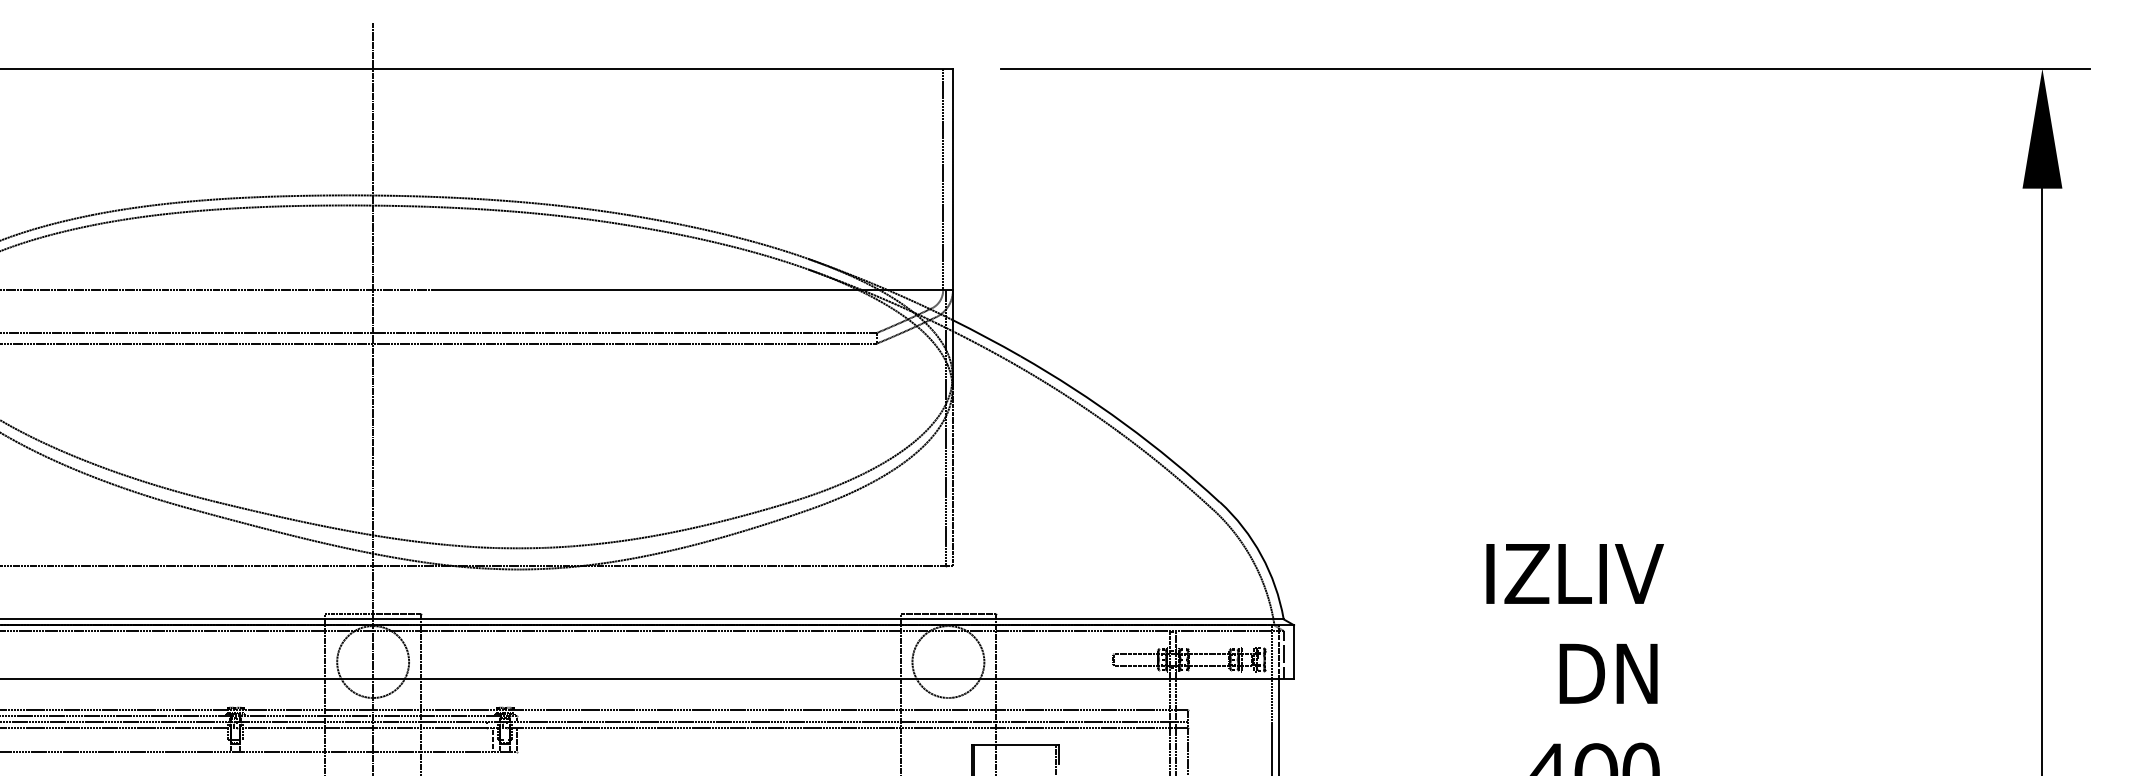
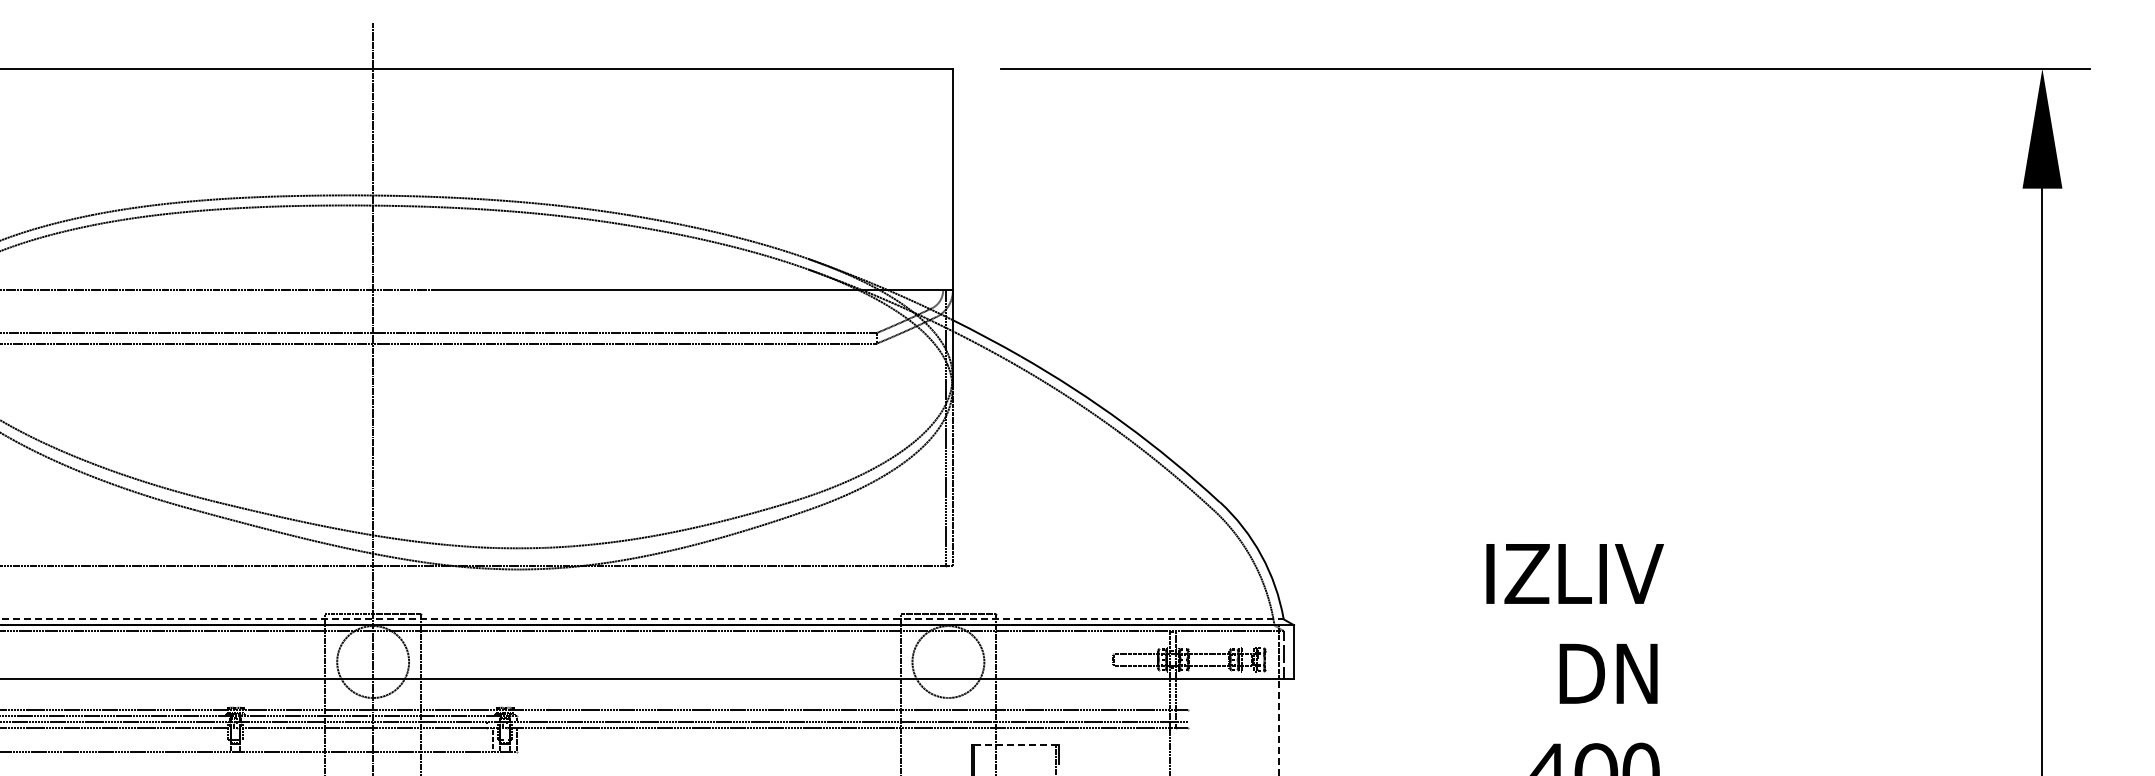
line at (943, 179): present -> none
line at (642, 619): solid -> dashed
line at (1272, 698): present -> none
line at (1279, 726): solid -> dashed
line at (1188, 740): present -> none
line at (1016, 745): solid -> dashed
line at (1176, 749): present -> none
